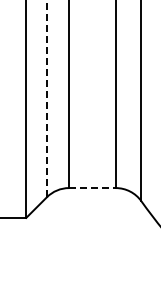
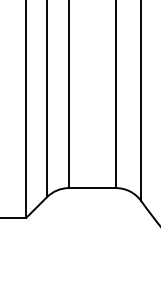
line at (46, 98): dashed -> solid
line at (92, 188): dashed -> solid
